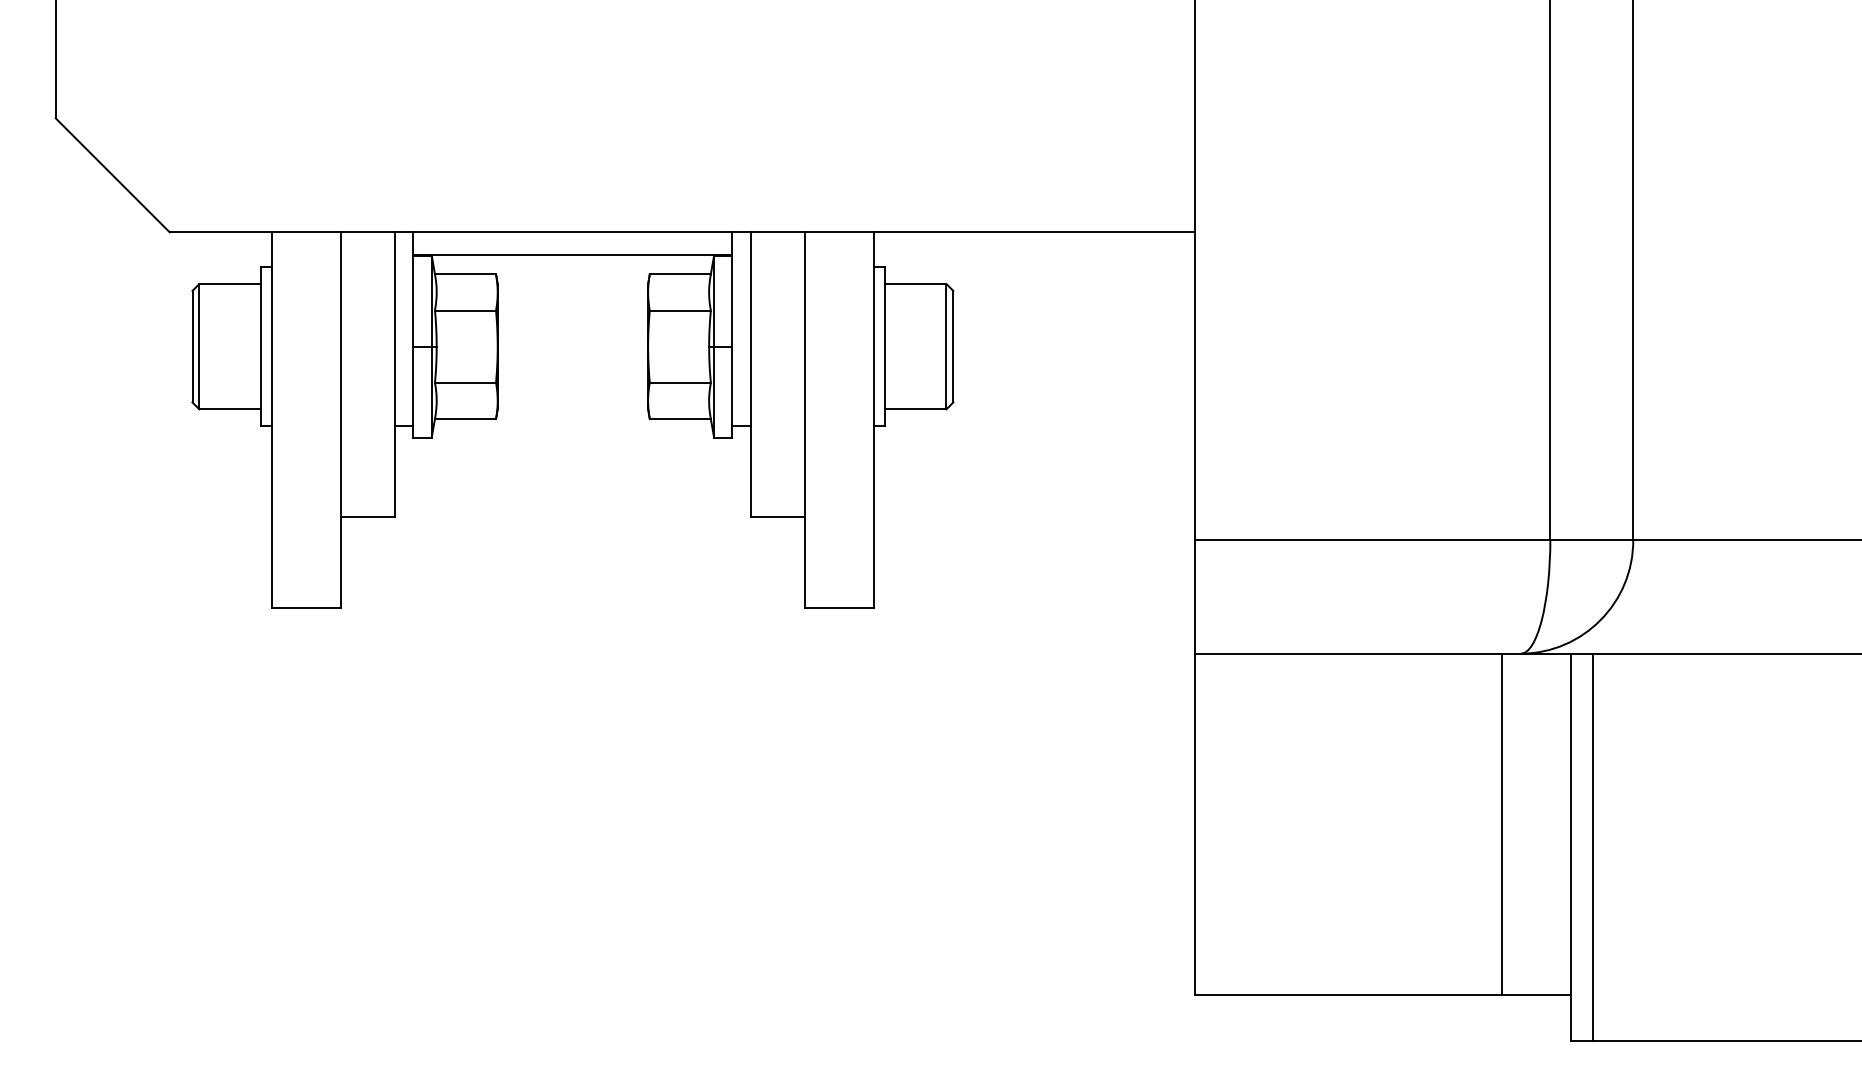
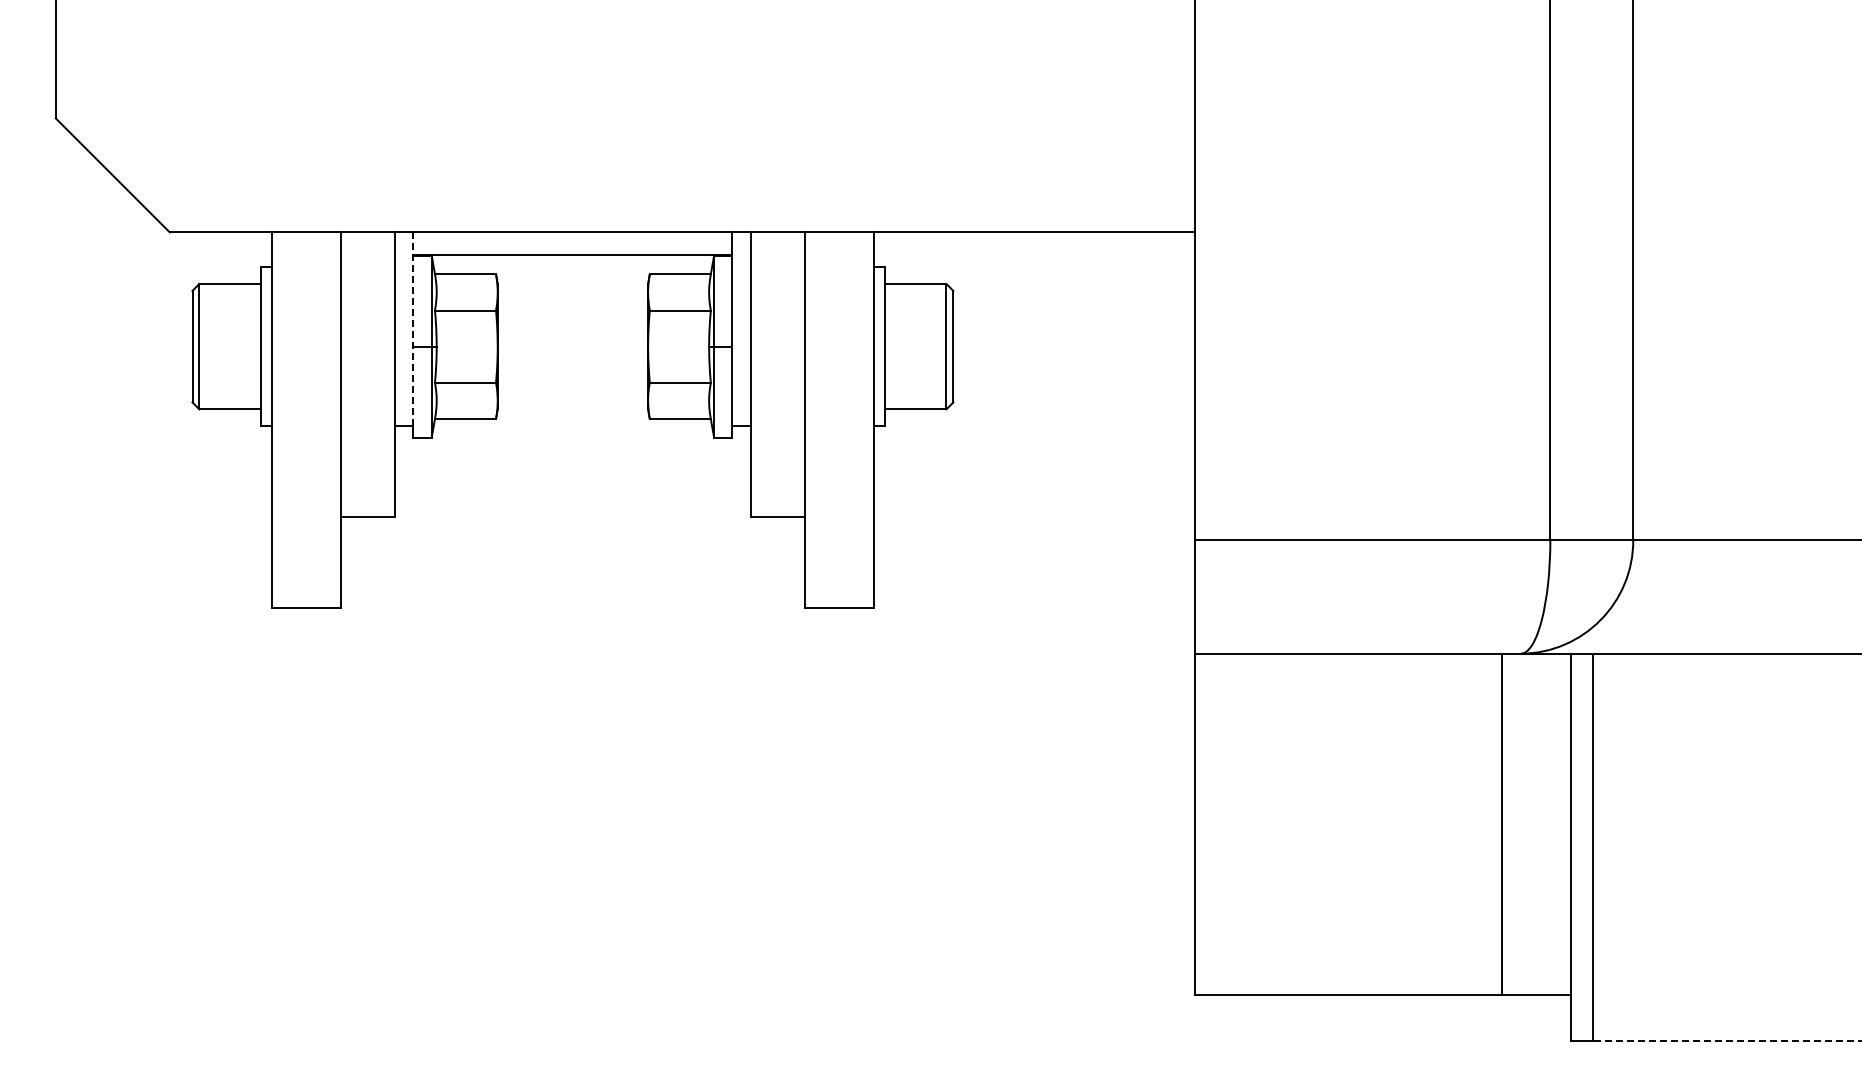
line at (413, 329): solid -> dashed
line at (1727, 1040): solid -> dashed
